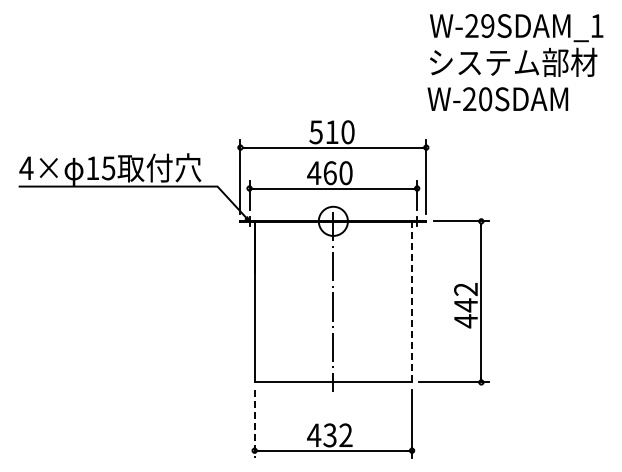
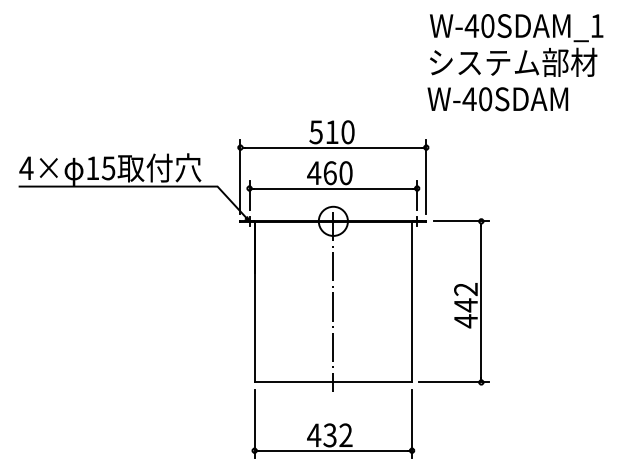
text at (479, 26): W-29SDAM_1 -> W-40SDAM_1
text at (469, 98): W-20SDAM -> W-40SDAM
line at (412, 301): dashed -> solid
line at (254, 424): dashed -> solid
